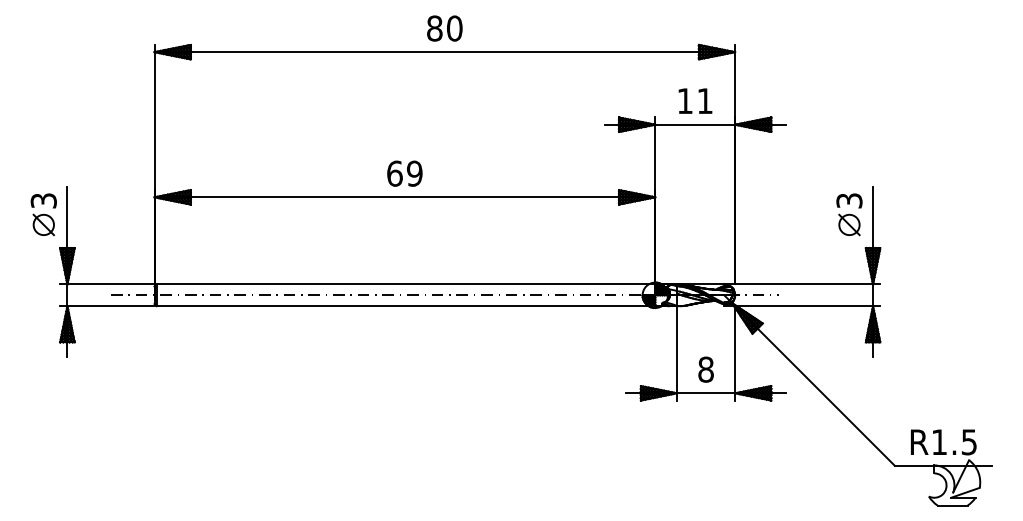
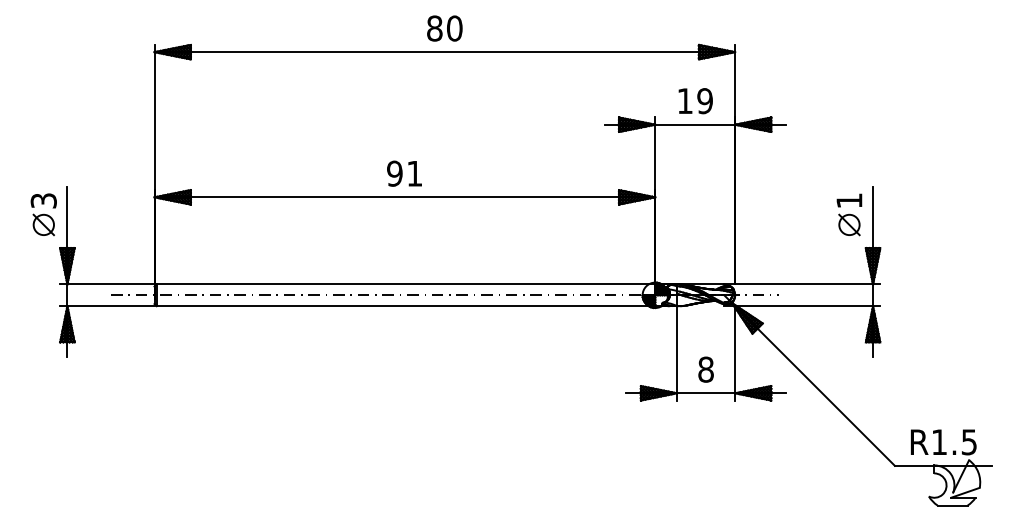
text at (704, 101): 11 -> 19
text at (404, 173): 69 -> 91
text at (849, 200): 3 -> 1
